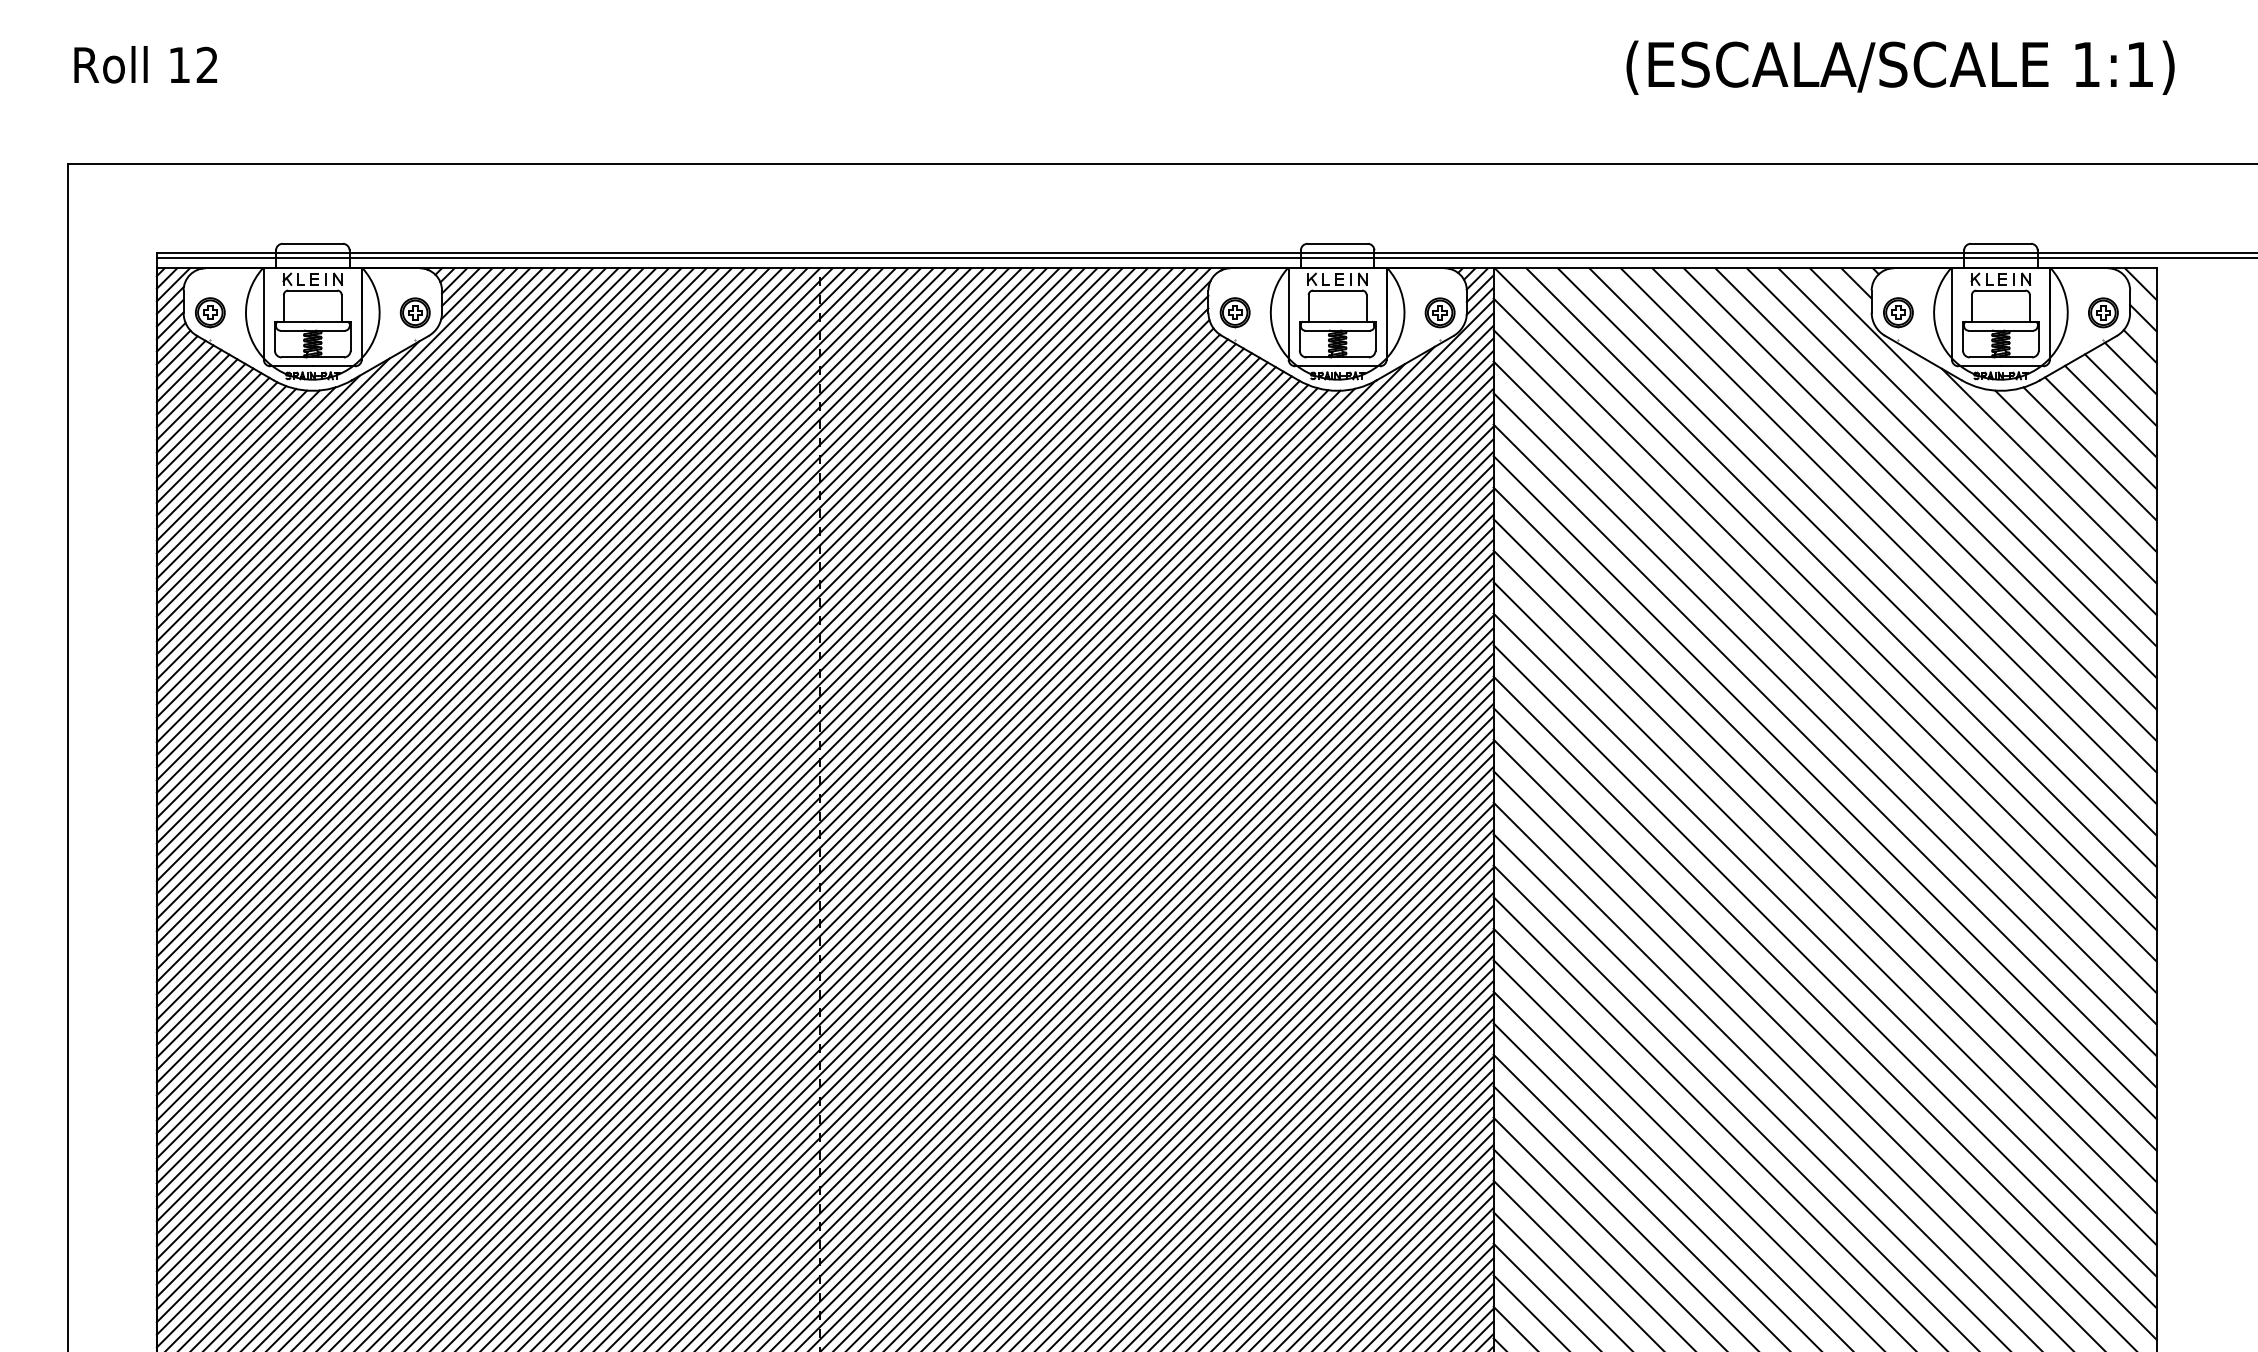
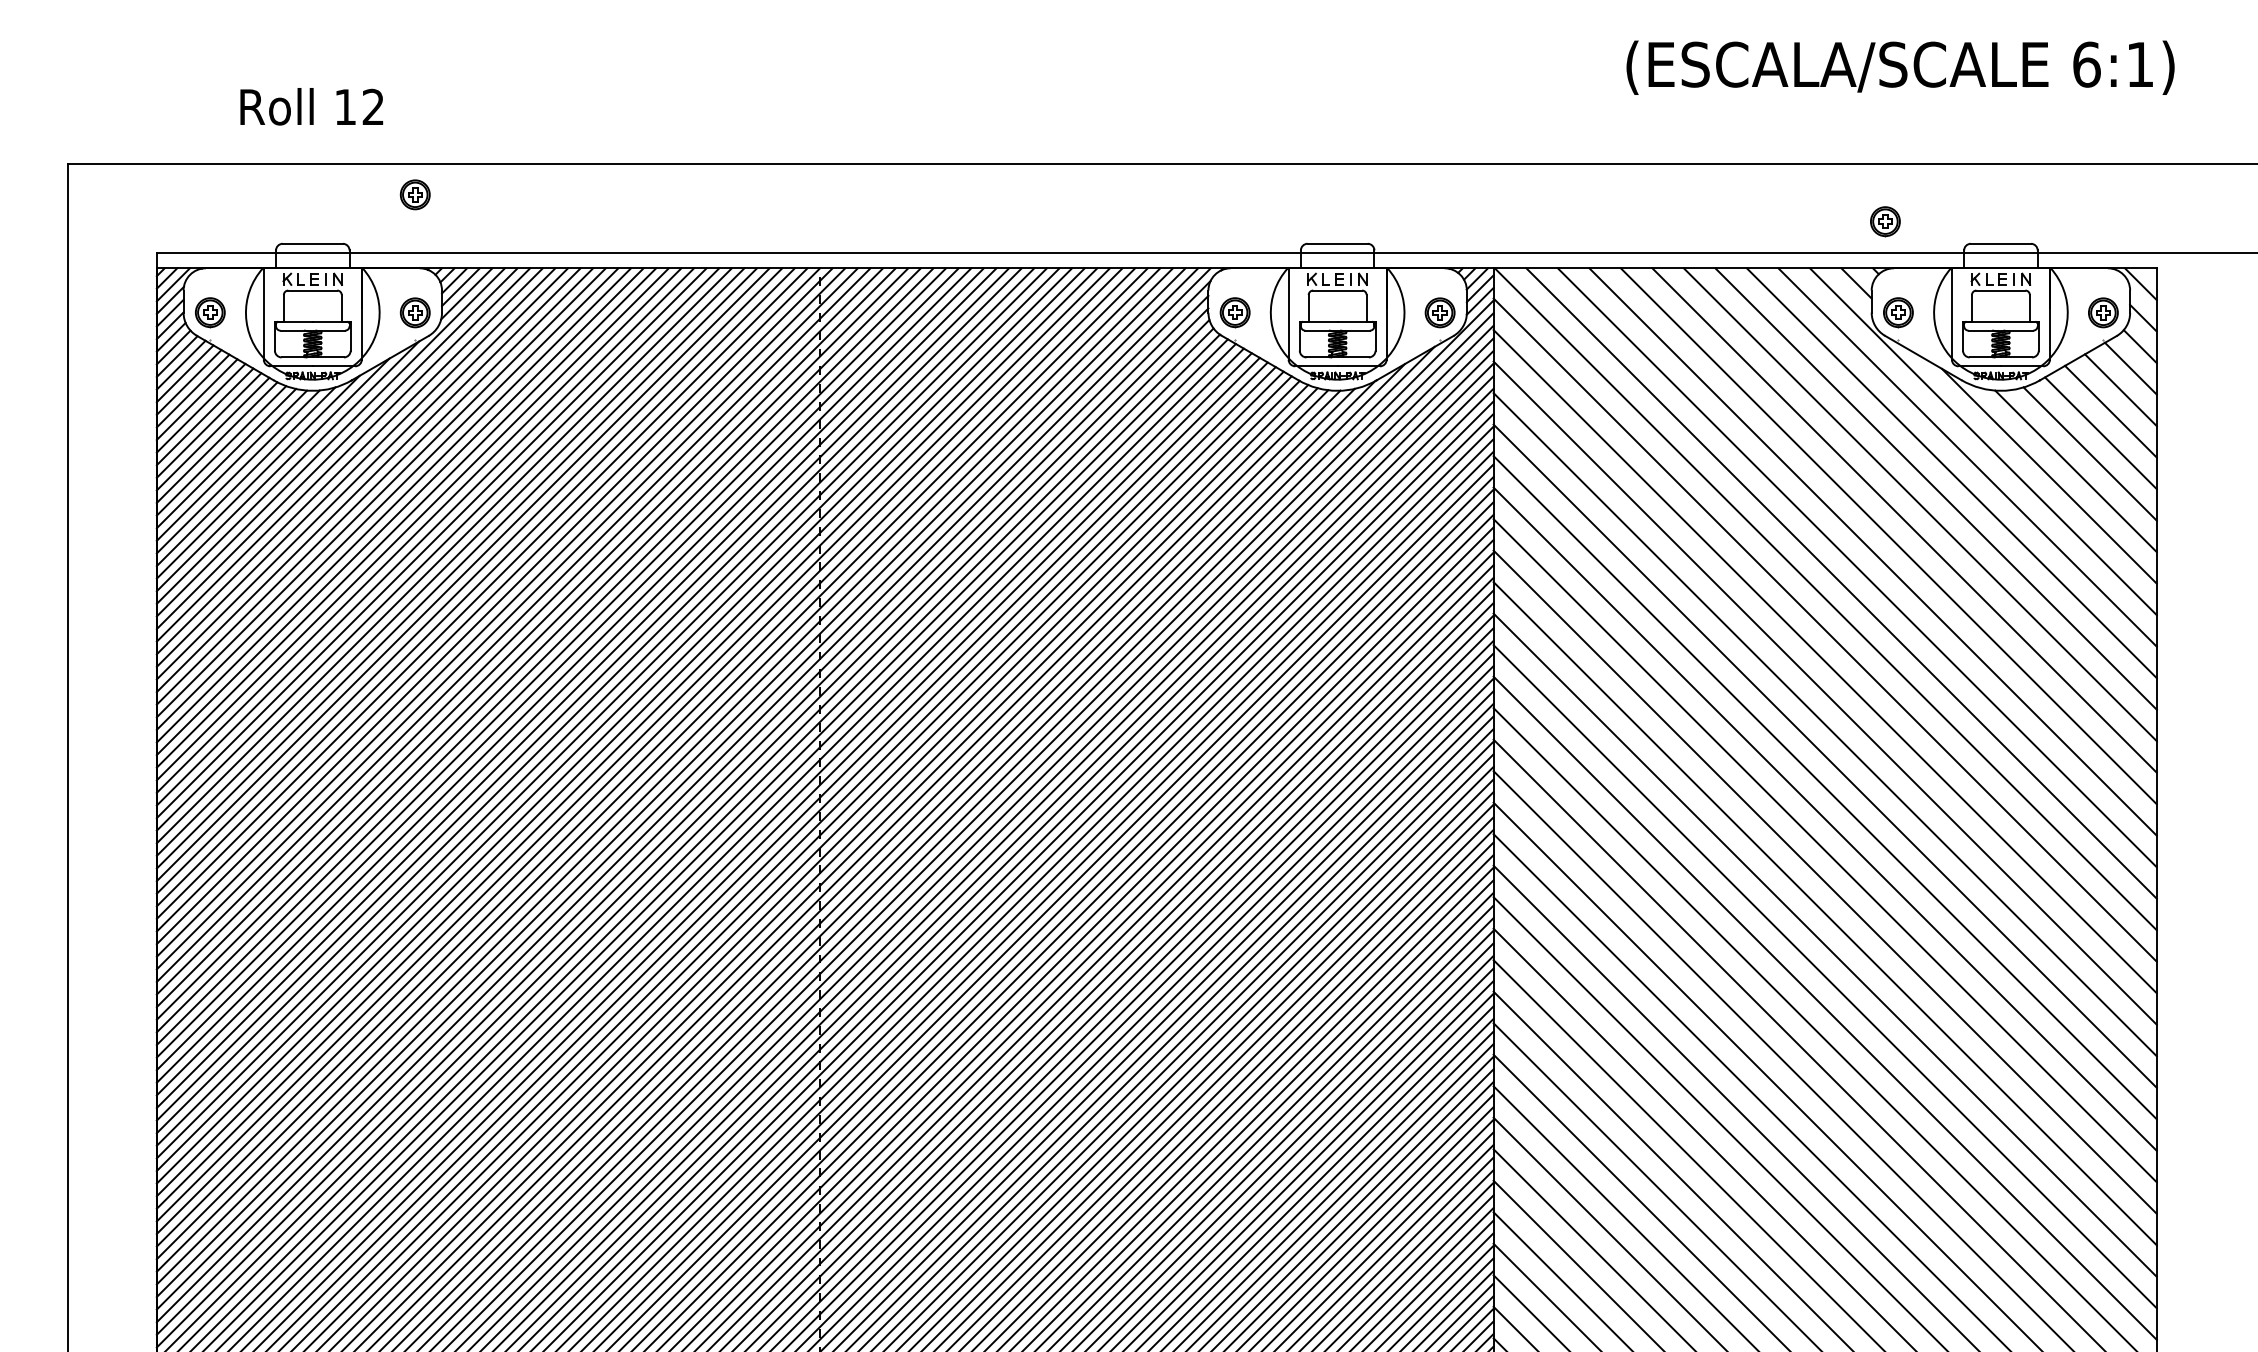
text at (145, 64) position: (145, 64) -> (311, 106)
text at (2086, 64): 1:1) -> 6:1)
part at (414, 194): none -> present
part at (1885, 221): none -> present
line at (1205, 258): present -> none
